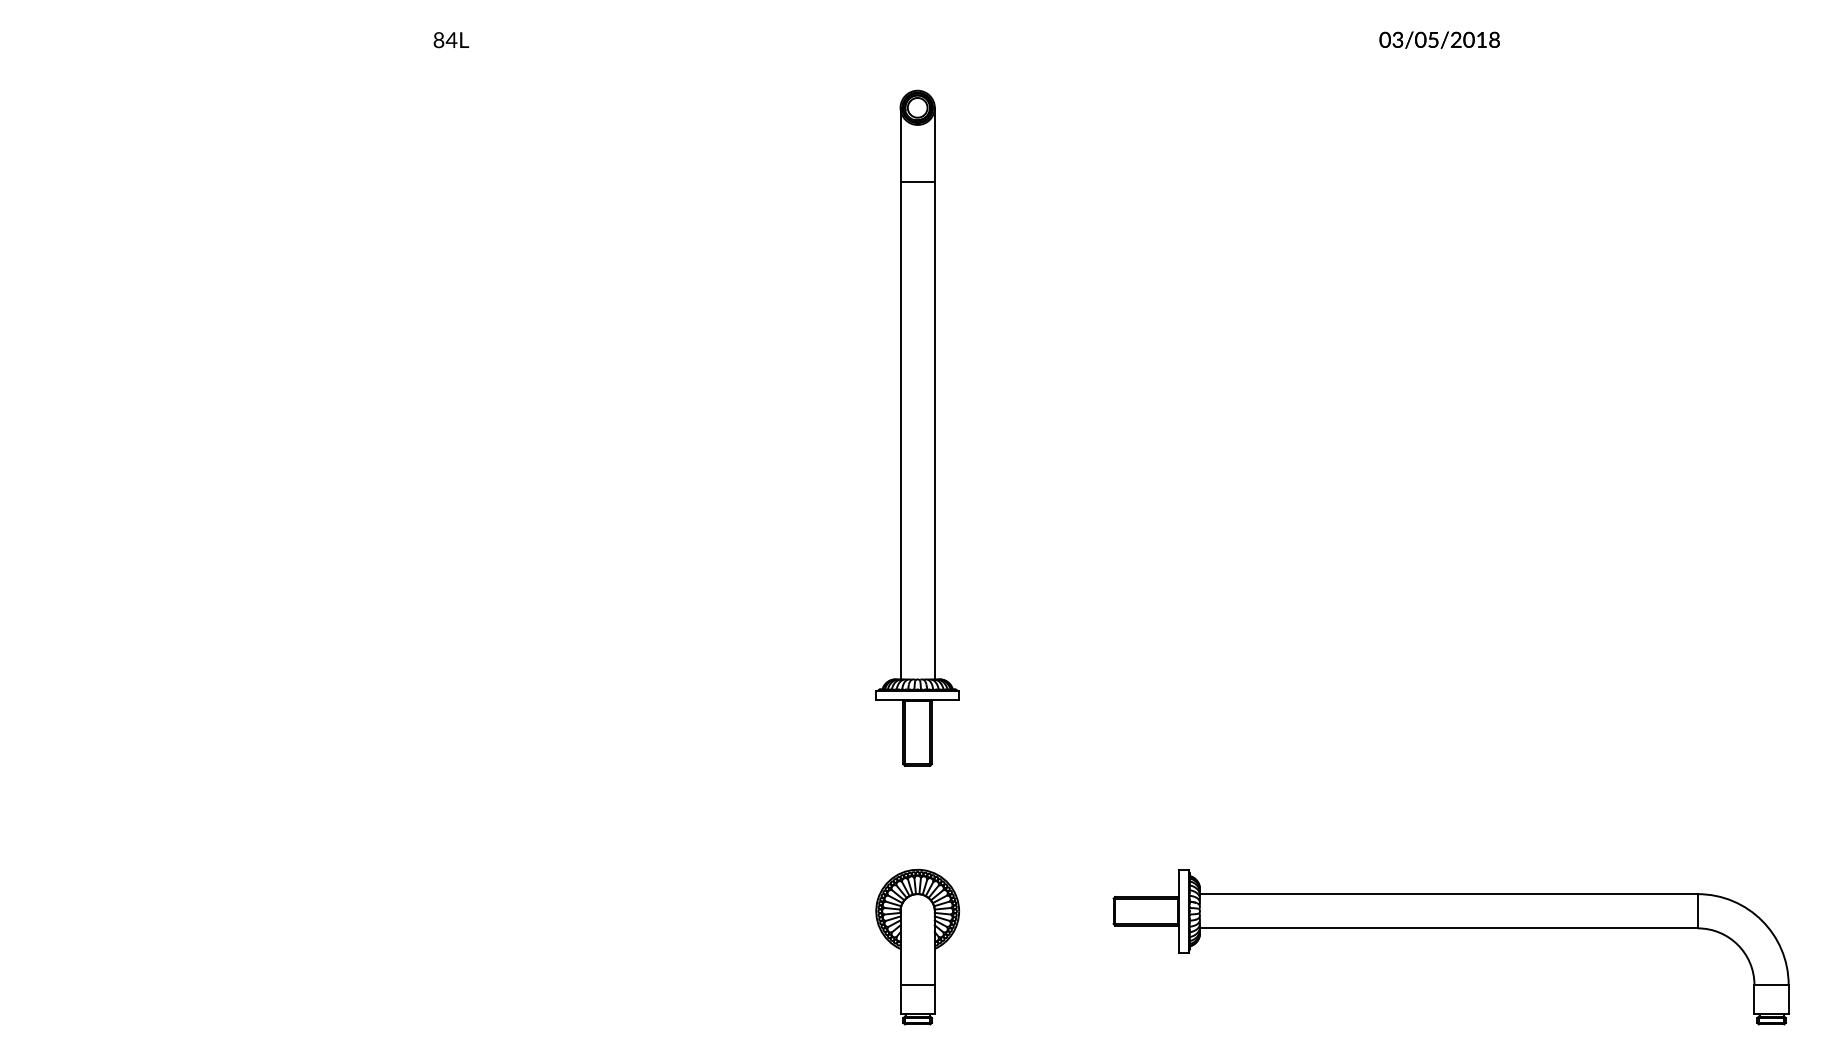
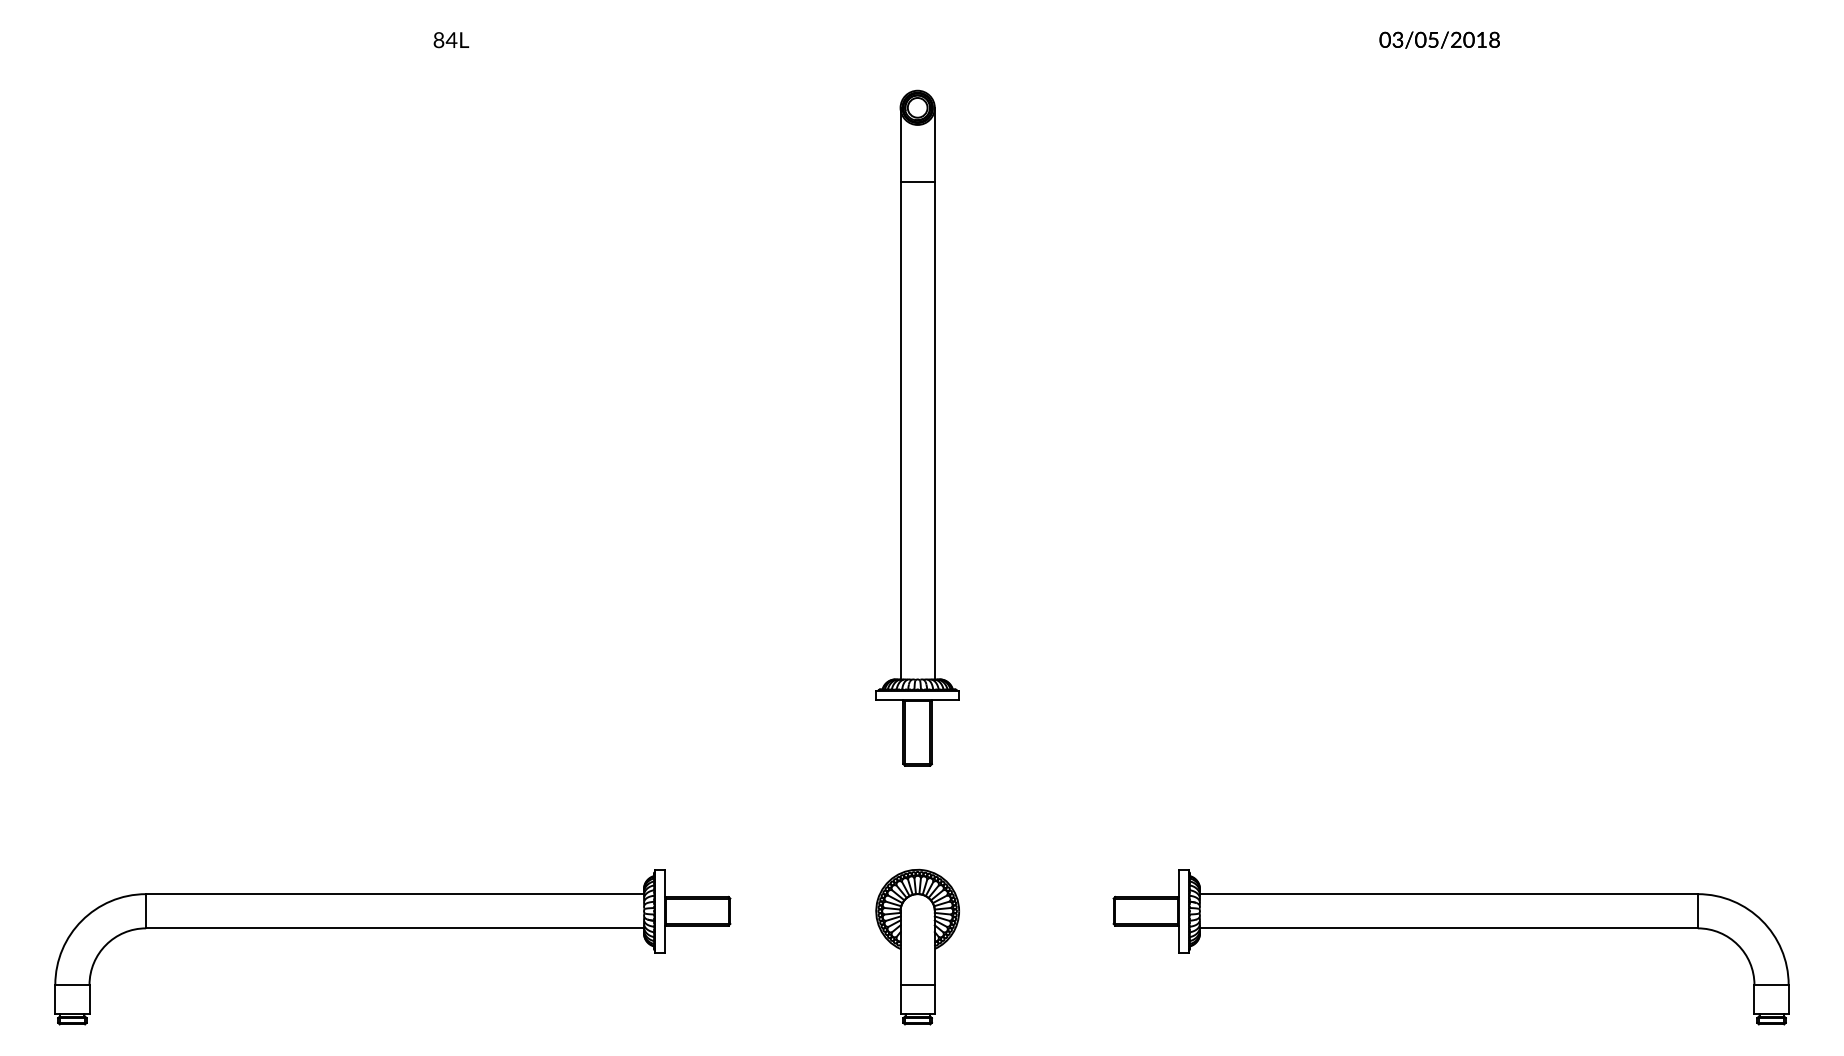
part at (392, 928): none -> present
